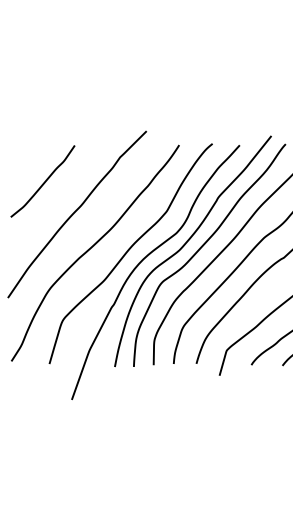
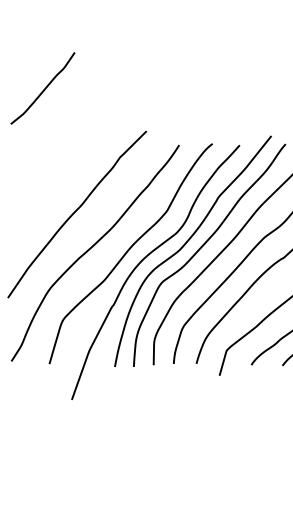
curve at (43, 182) position: (43, 182) -> (43, 89)
